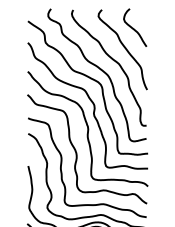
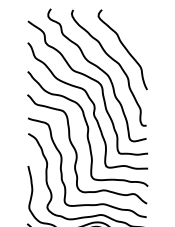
curve at (134, 28): present -> none
